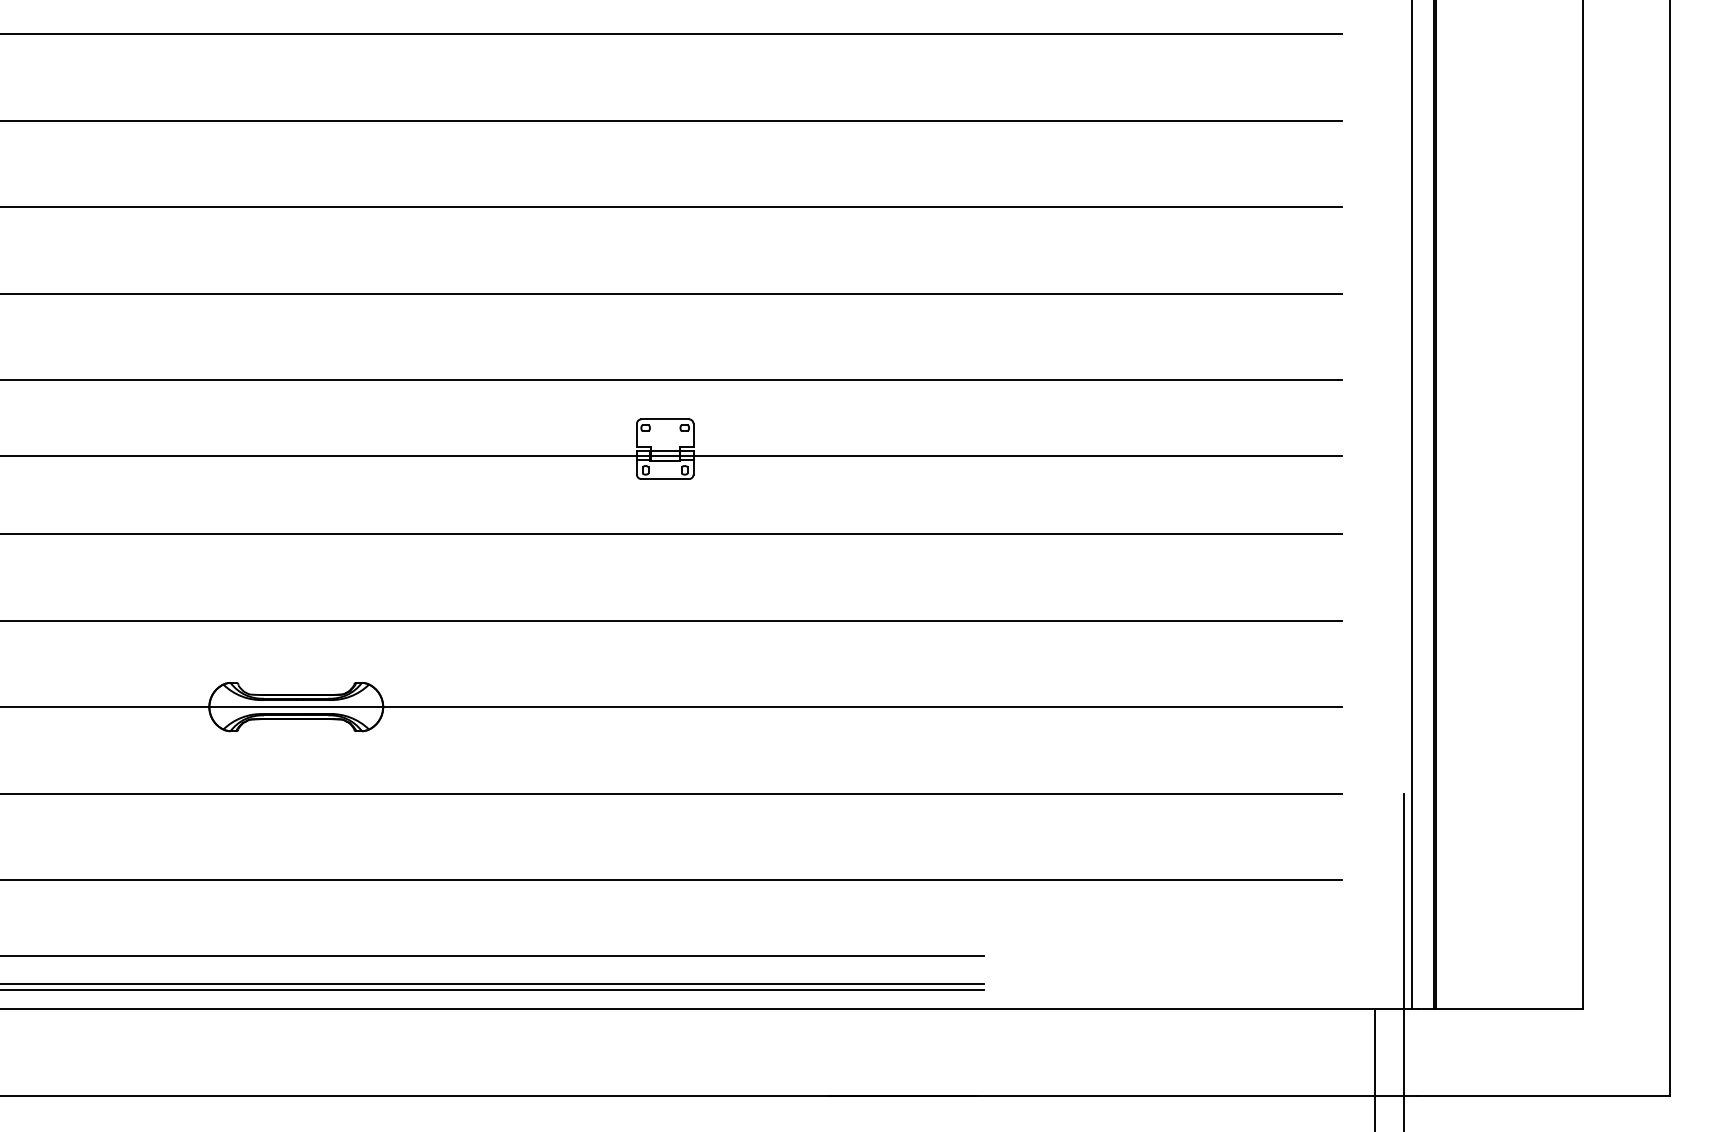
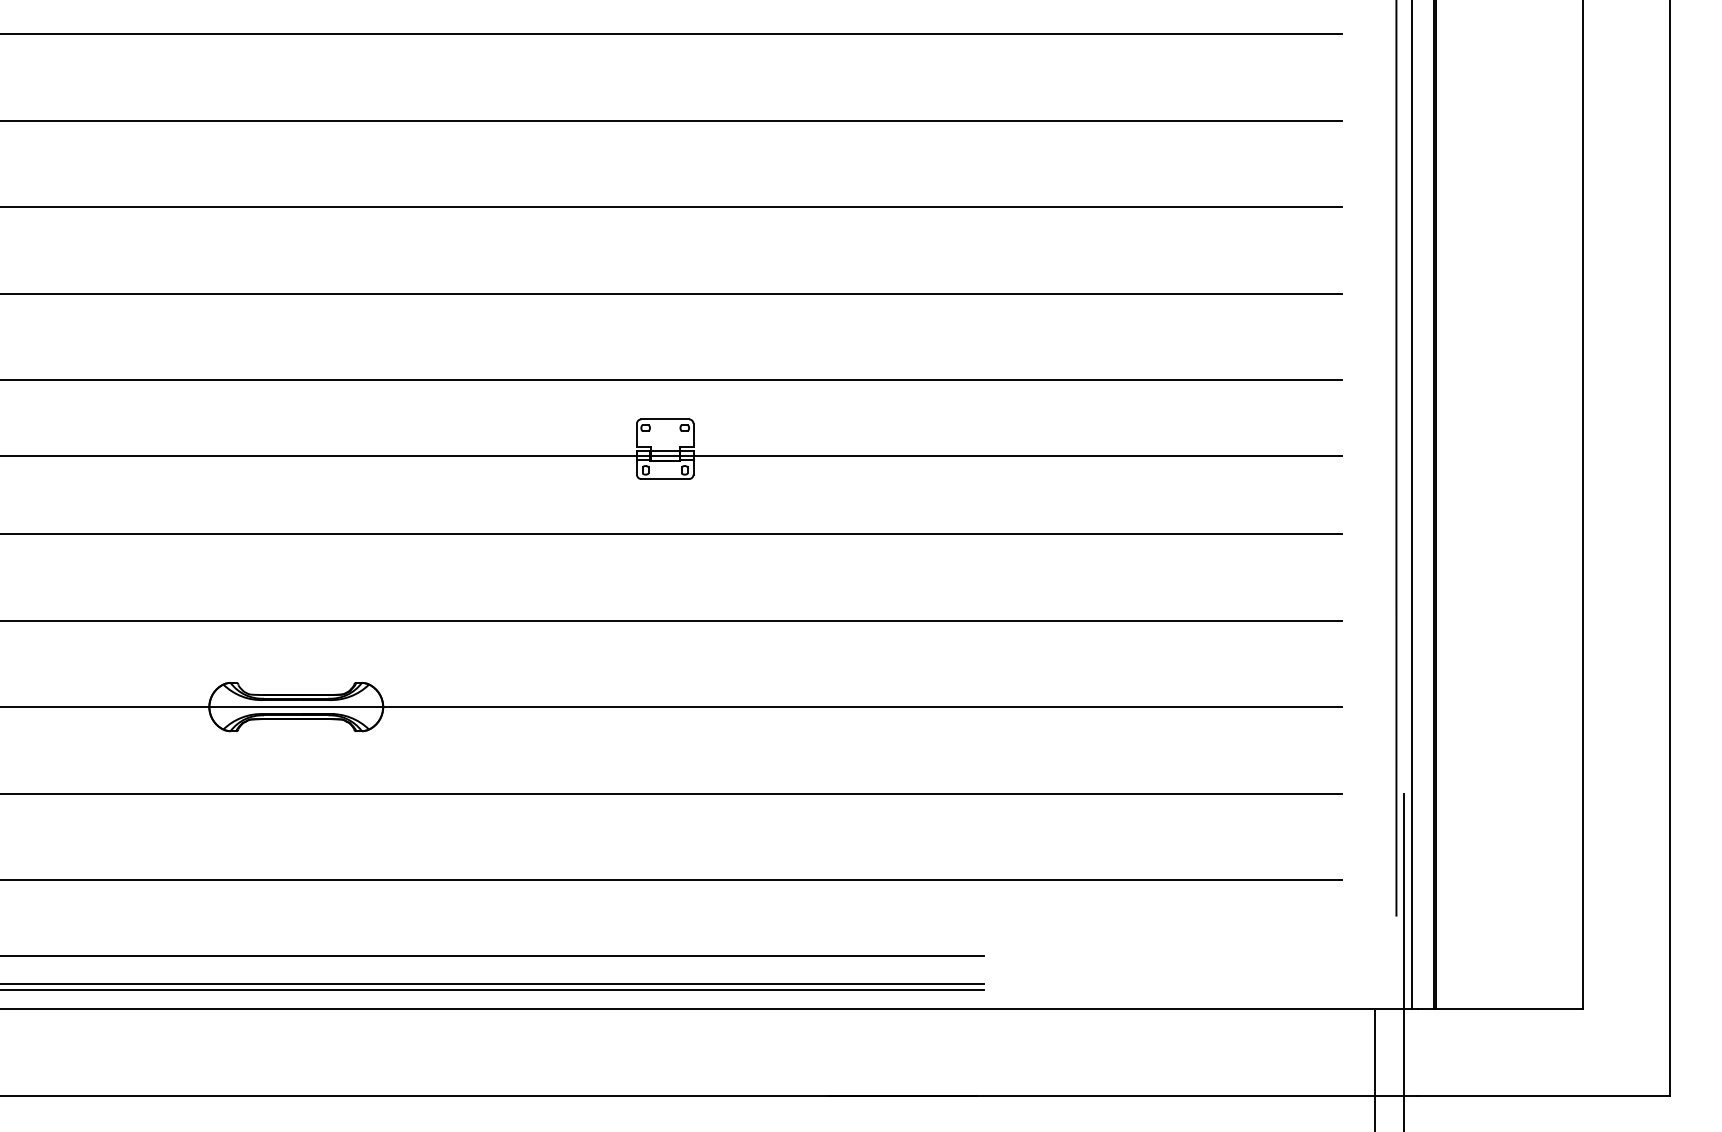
line at (1396, 458): none -> present
